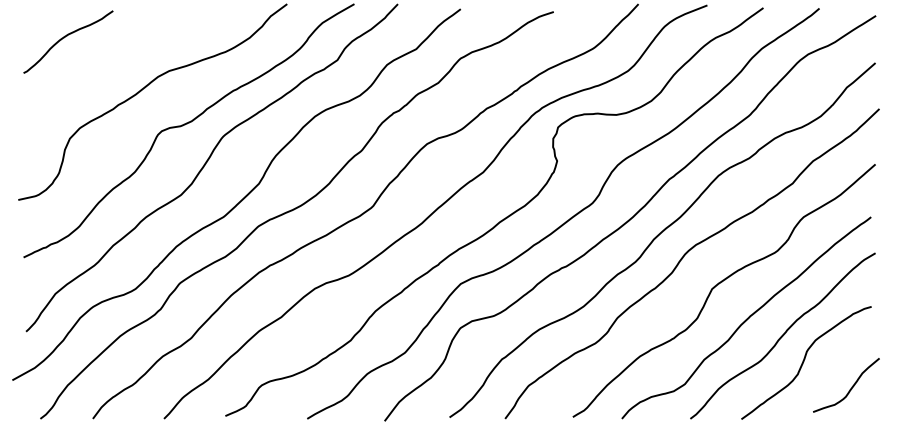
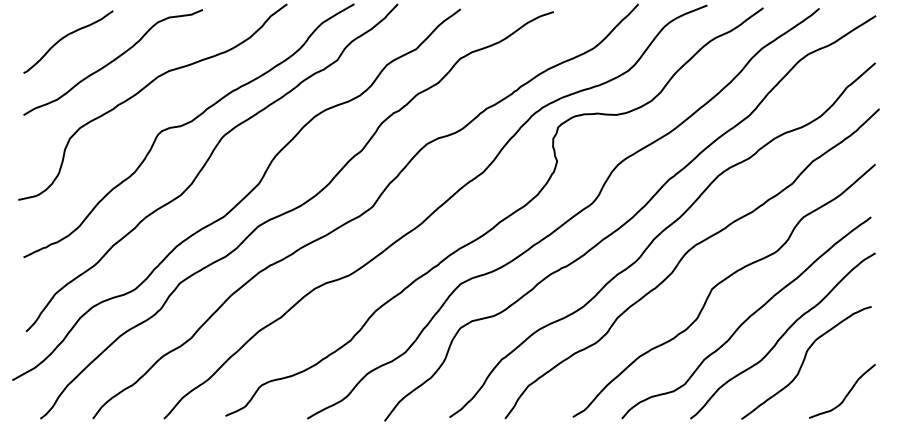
curve at (113, 61): none -> present
curve at (850, 388) position: (850, 388) -> (846, 394)
